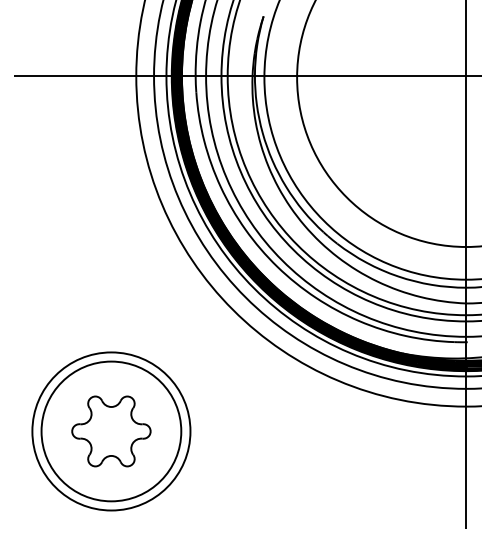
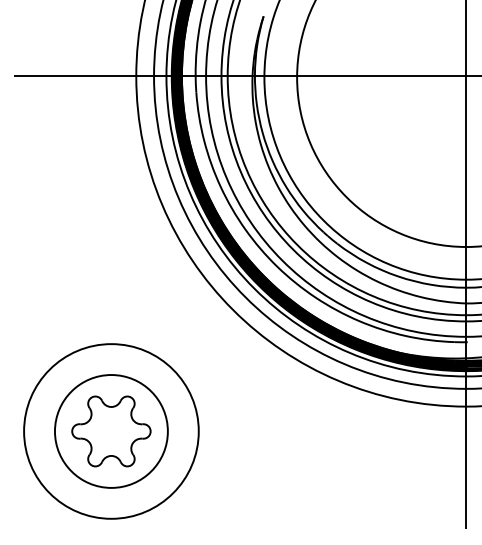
circle at (111, 431) diameter: 140 px -> 175 px
circle at (111, 431) diameter: 158 px -> 113 px
